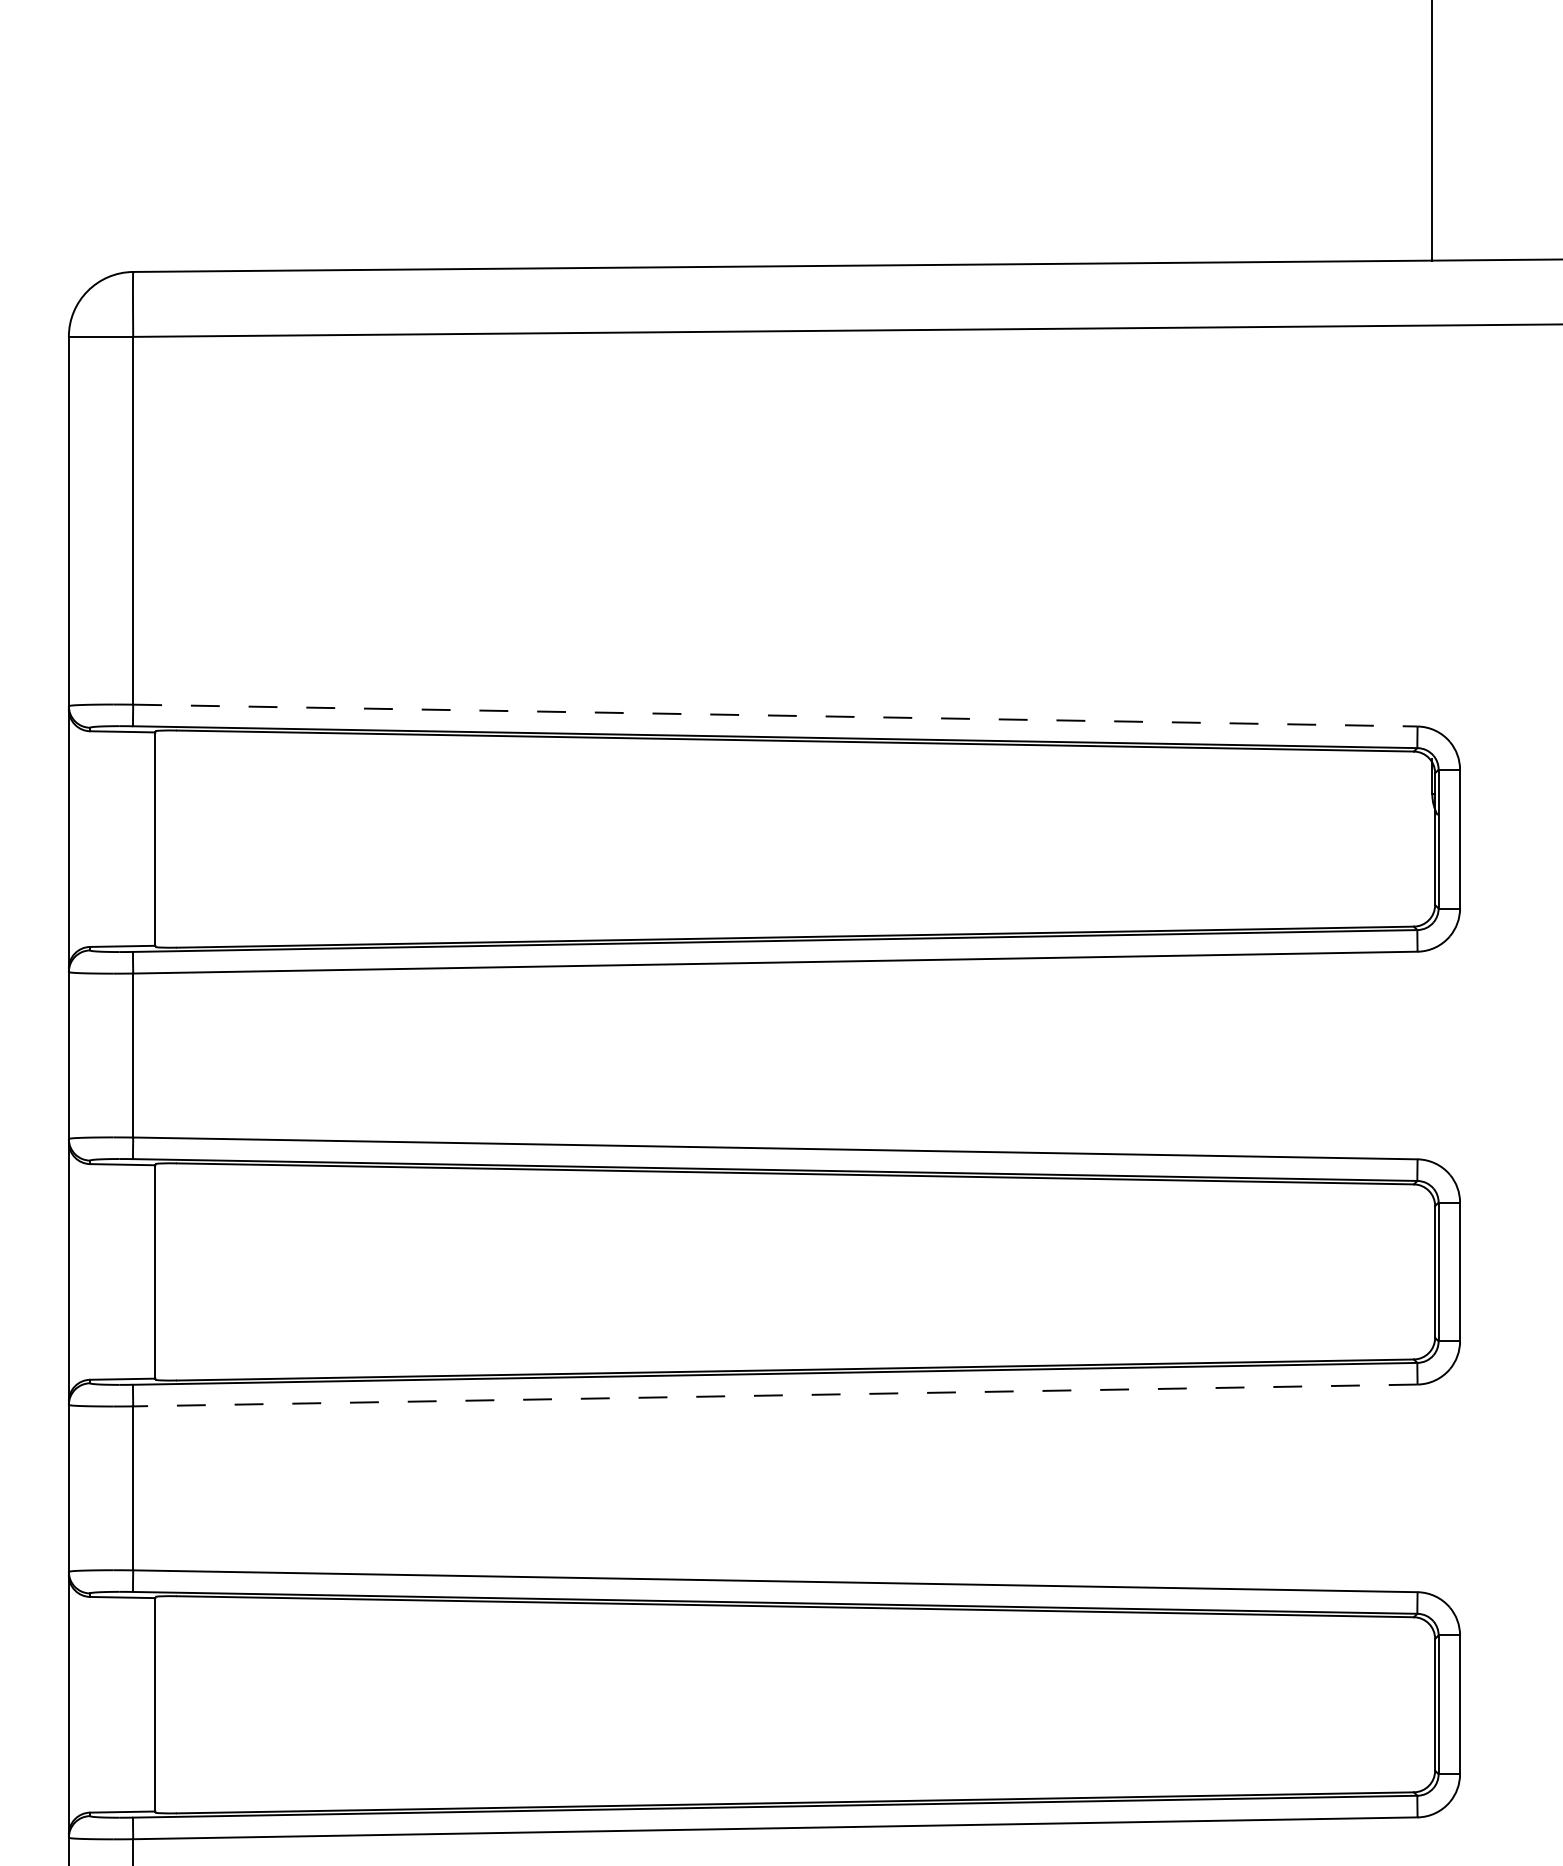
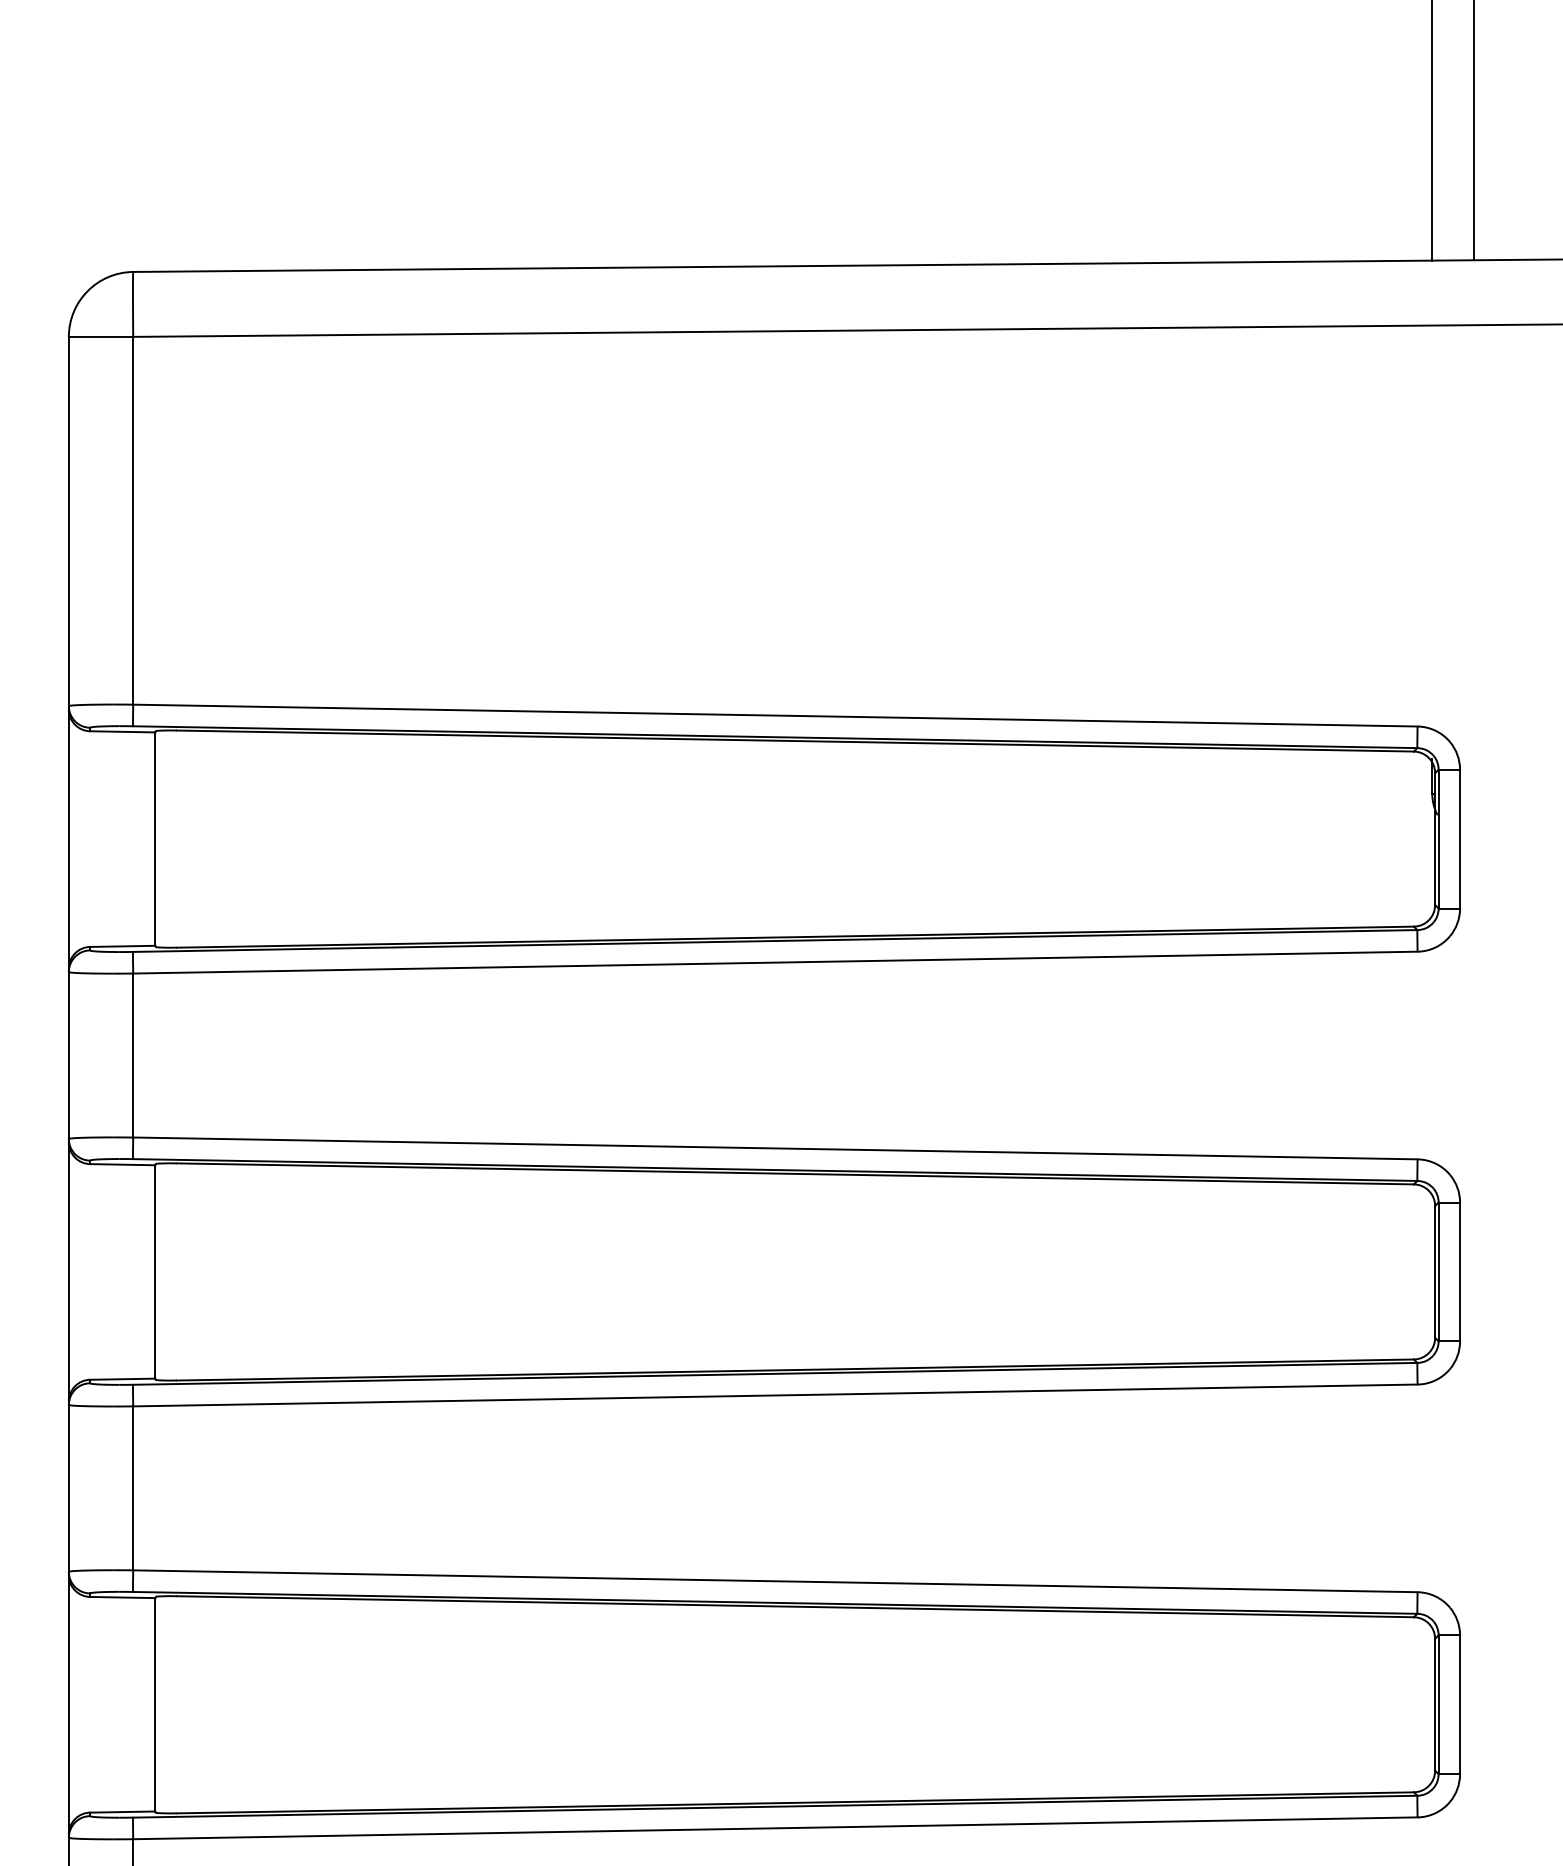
line at (1474, 131): none -> present
line at (775, 715): dashed -> solid
line at (774, 1395): dashed -> solid
